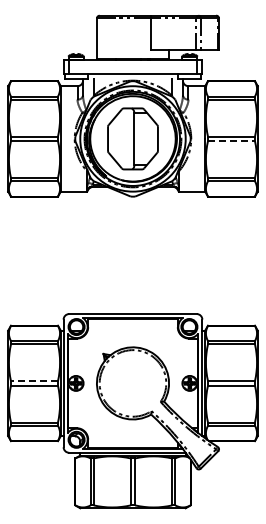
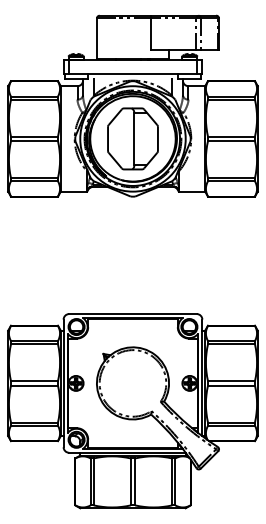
line at (231, 141): dashed -> solid
line at (34, 381): dashed -> solid
